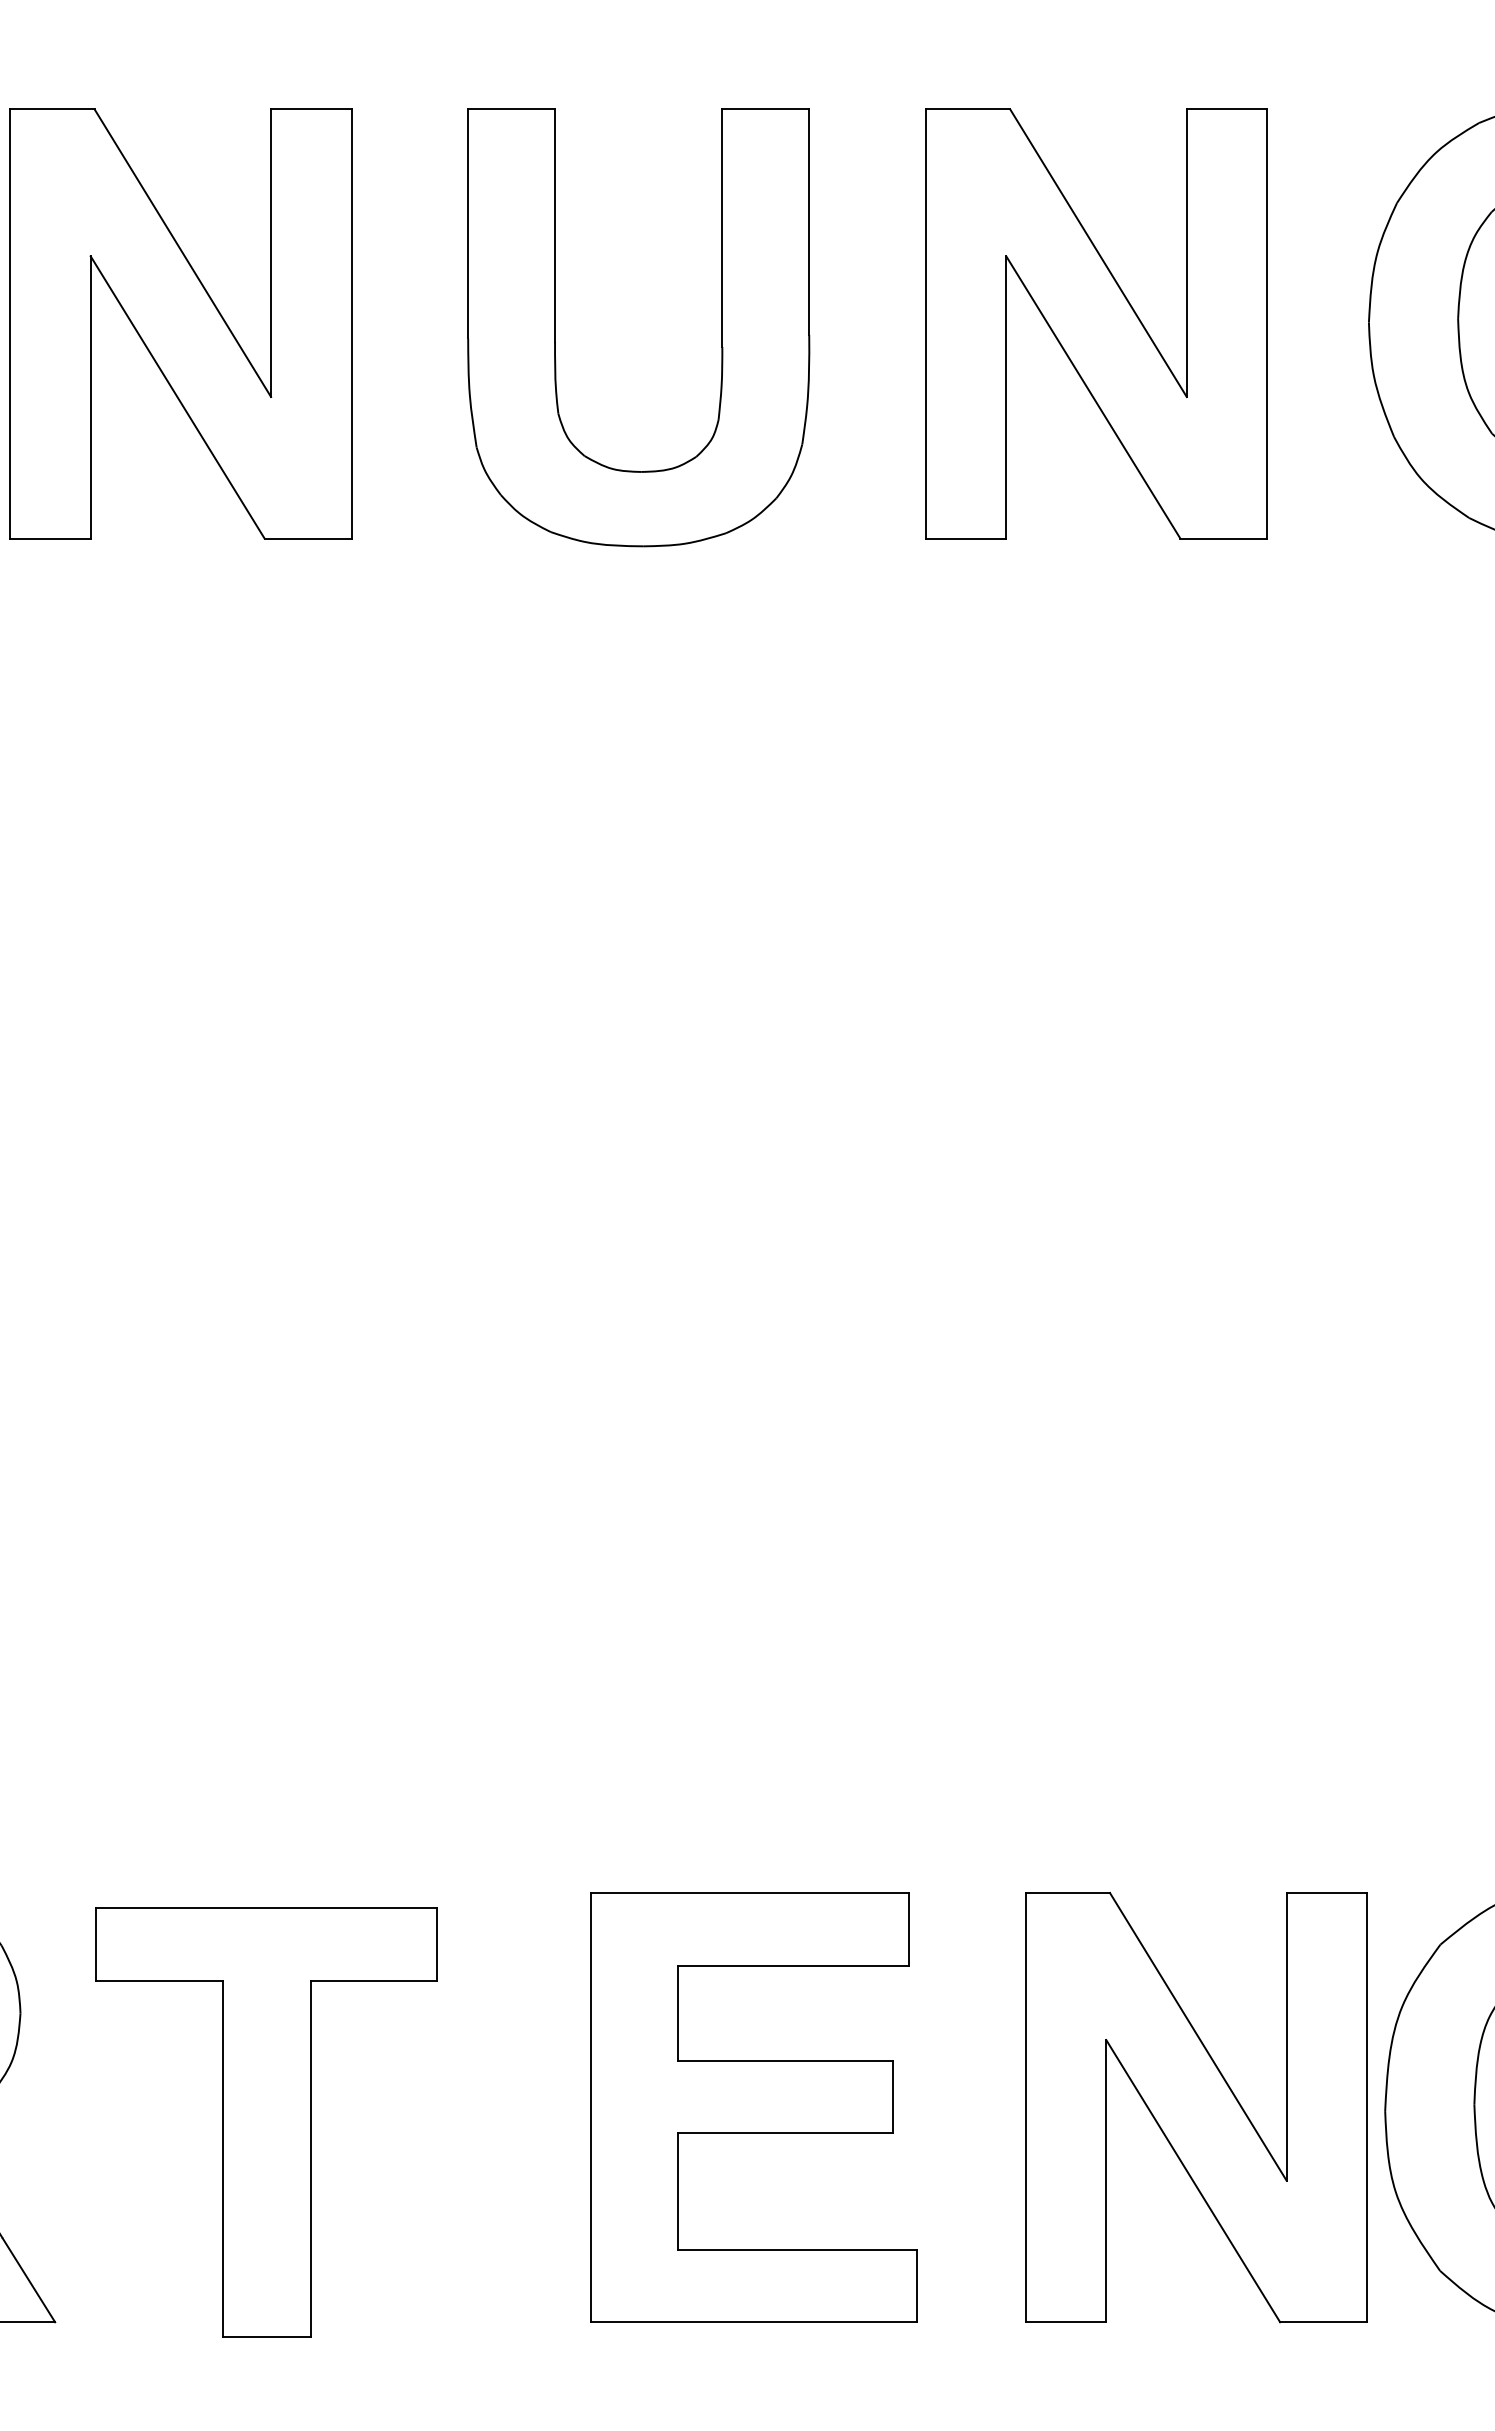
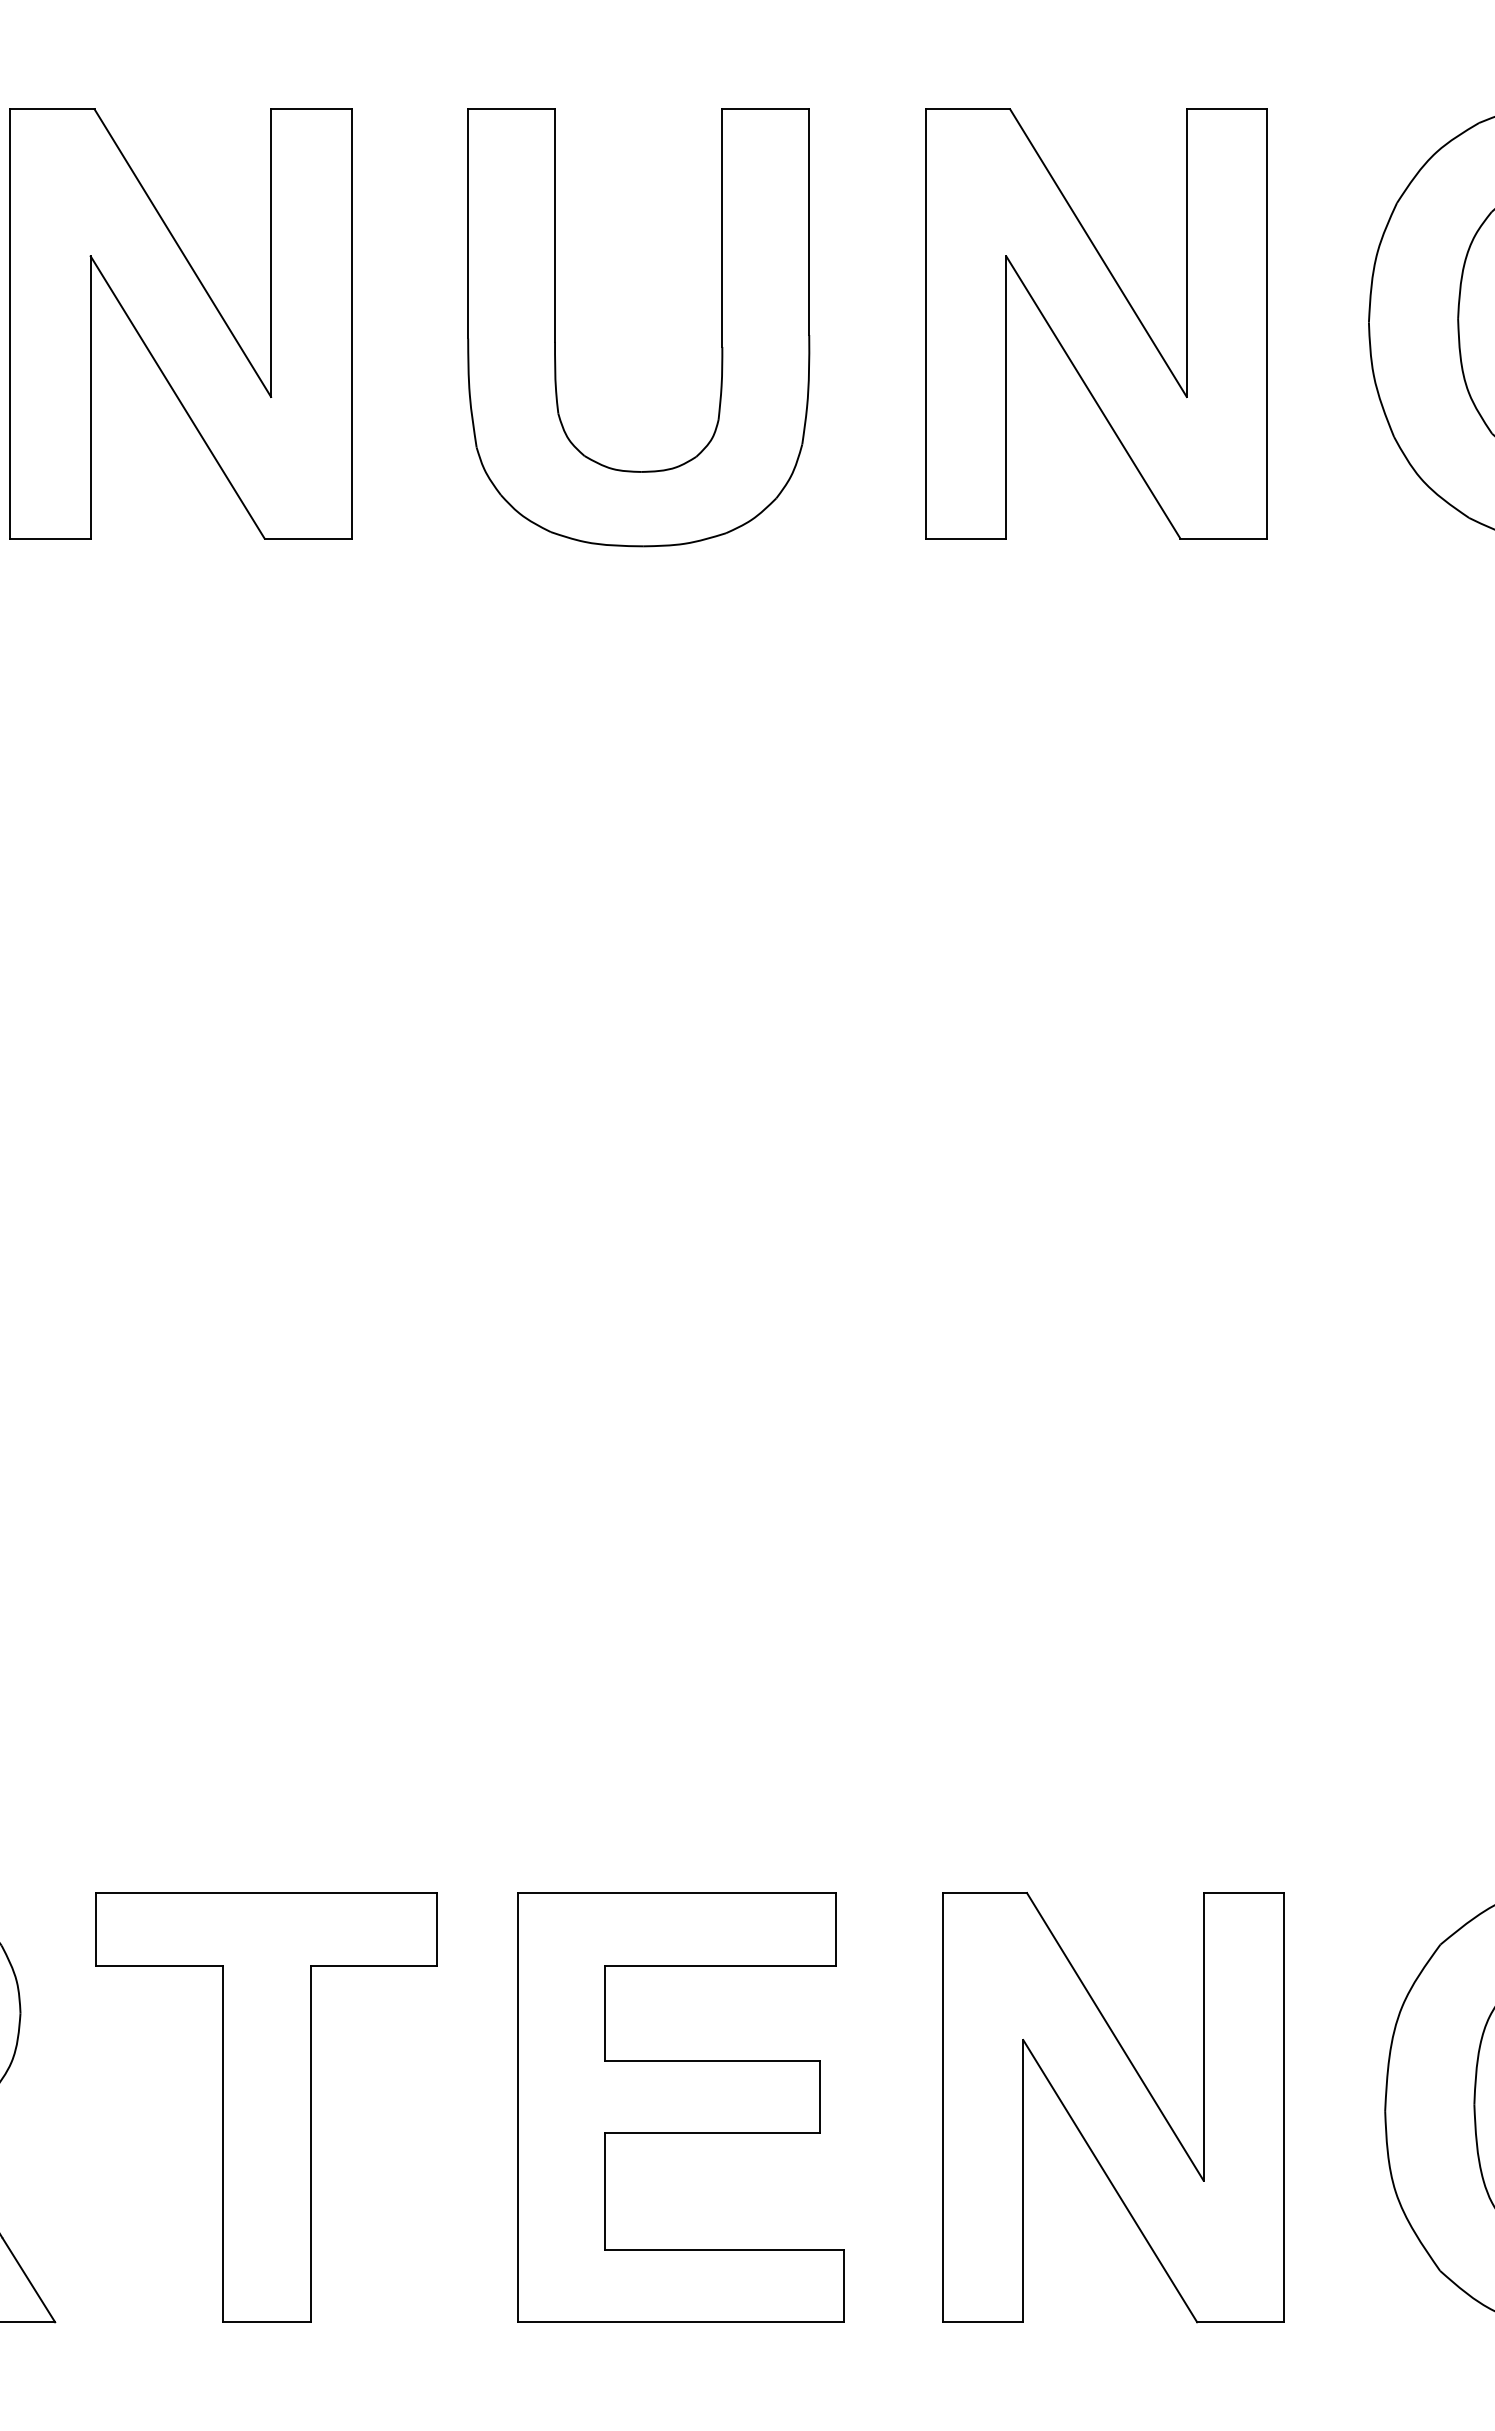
part at (753, 2107) position: (753, 2107) -> (680, 2107)
part at (1196, 2107) position: (1196, 2107) -> (1113, 2107)
part at (266, 2122) position: (266, 2122) -> (266, 2107)
